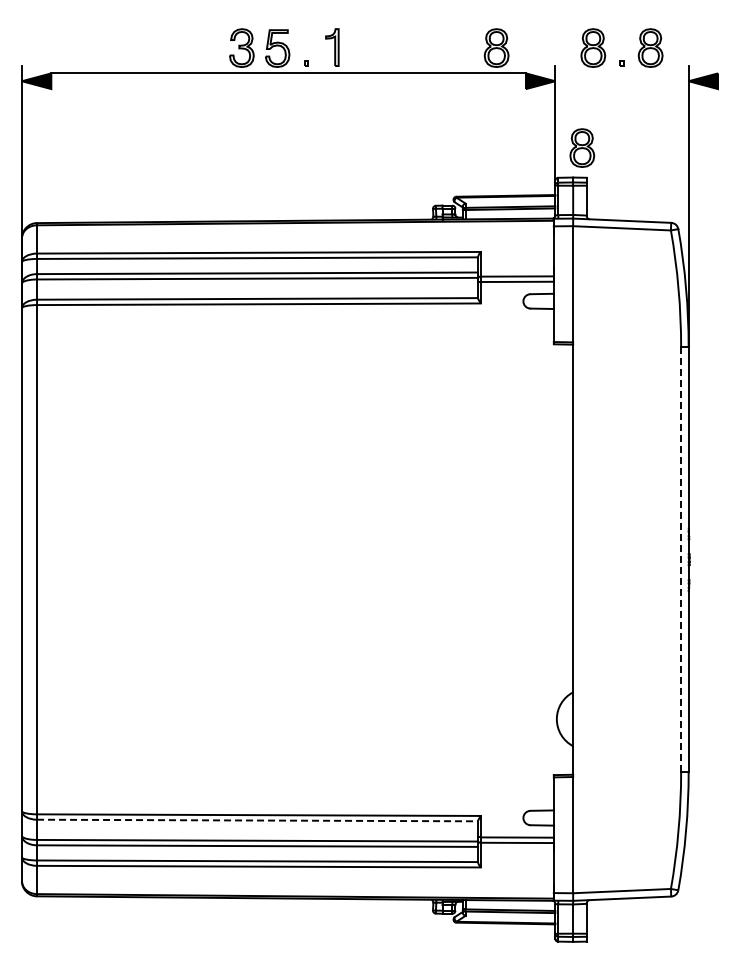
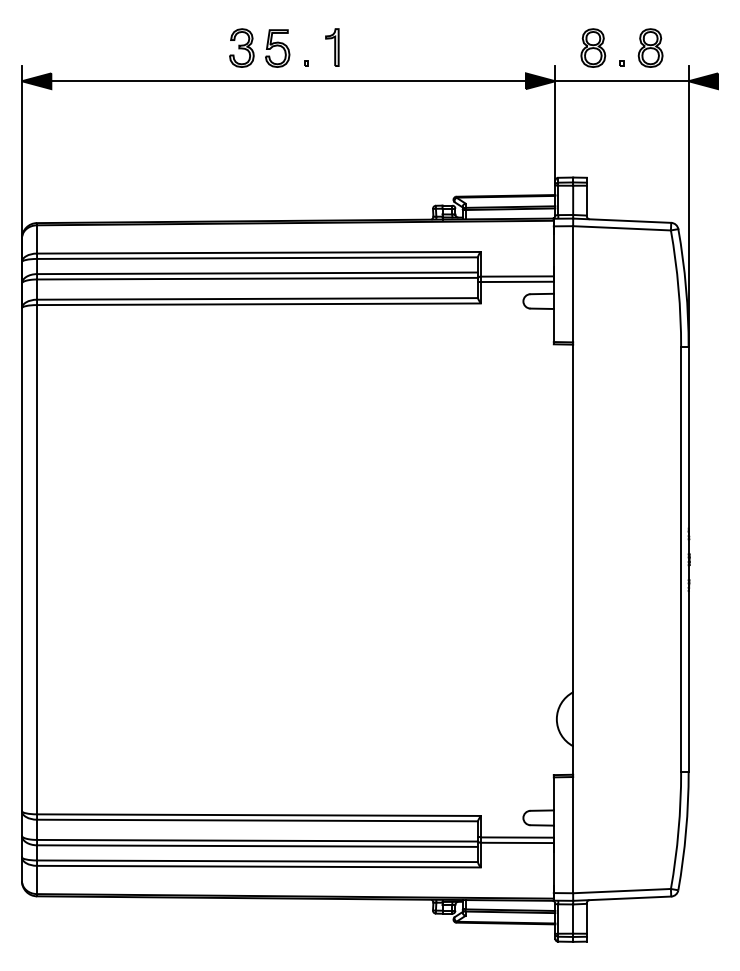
part at (496, 47): present -> none
line at (288, 73) position: (288, 73) -> (288, 81)
line at (621, 81): none -> present
part at (582, 147): present -> none
line at (681, 559): dashed -> solid
line at (257, 820): dashed -> solid
